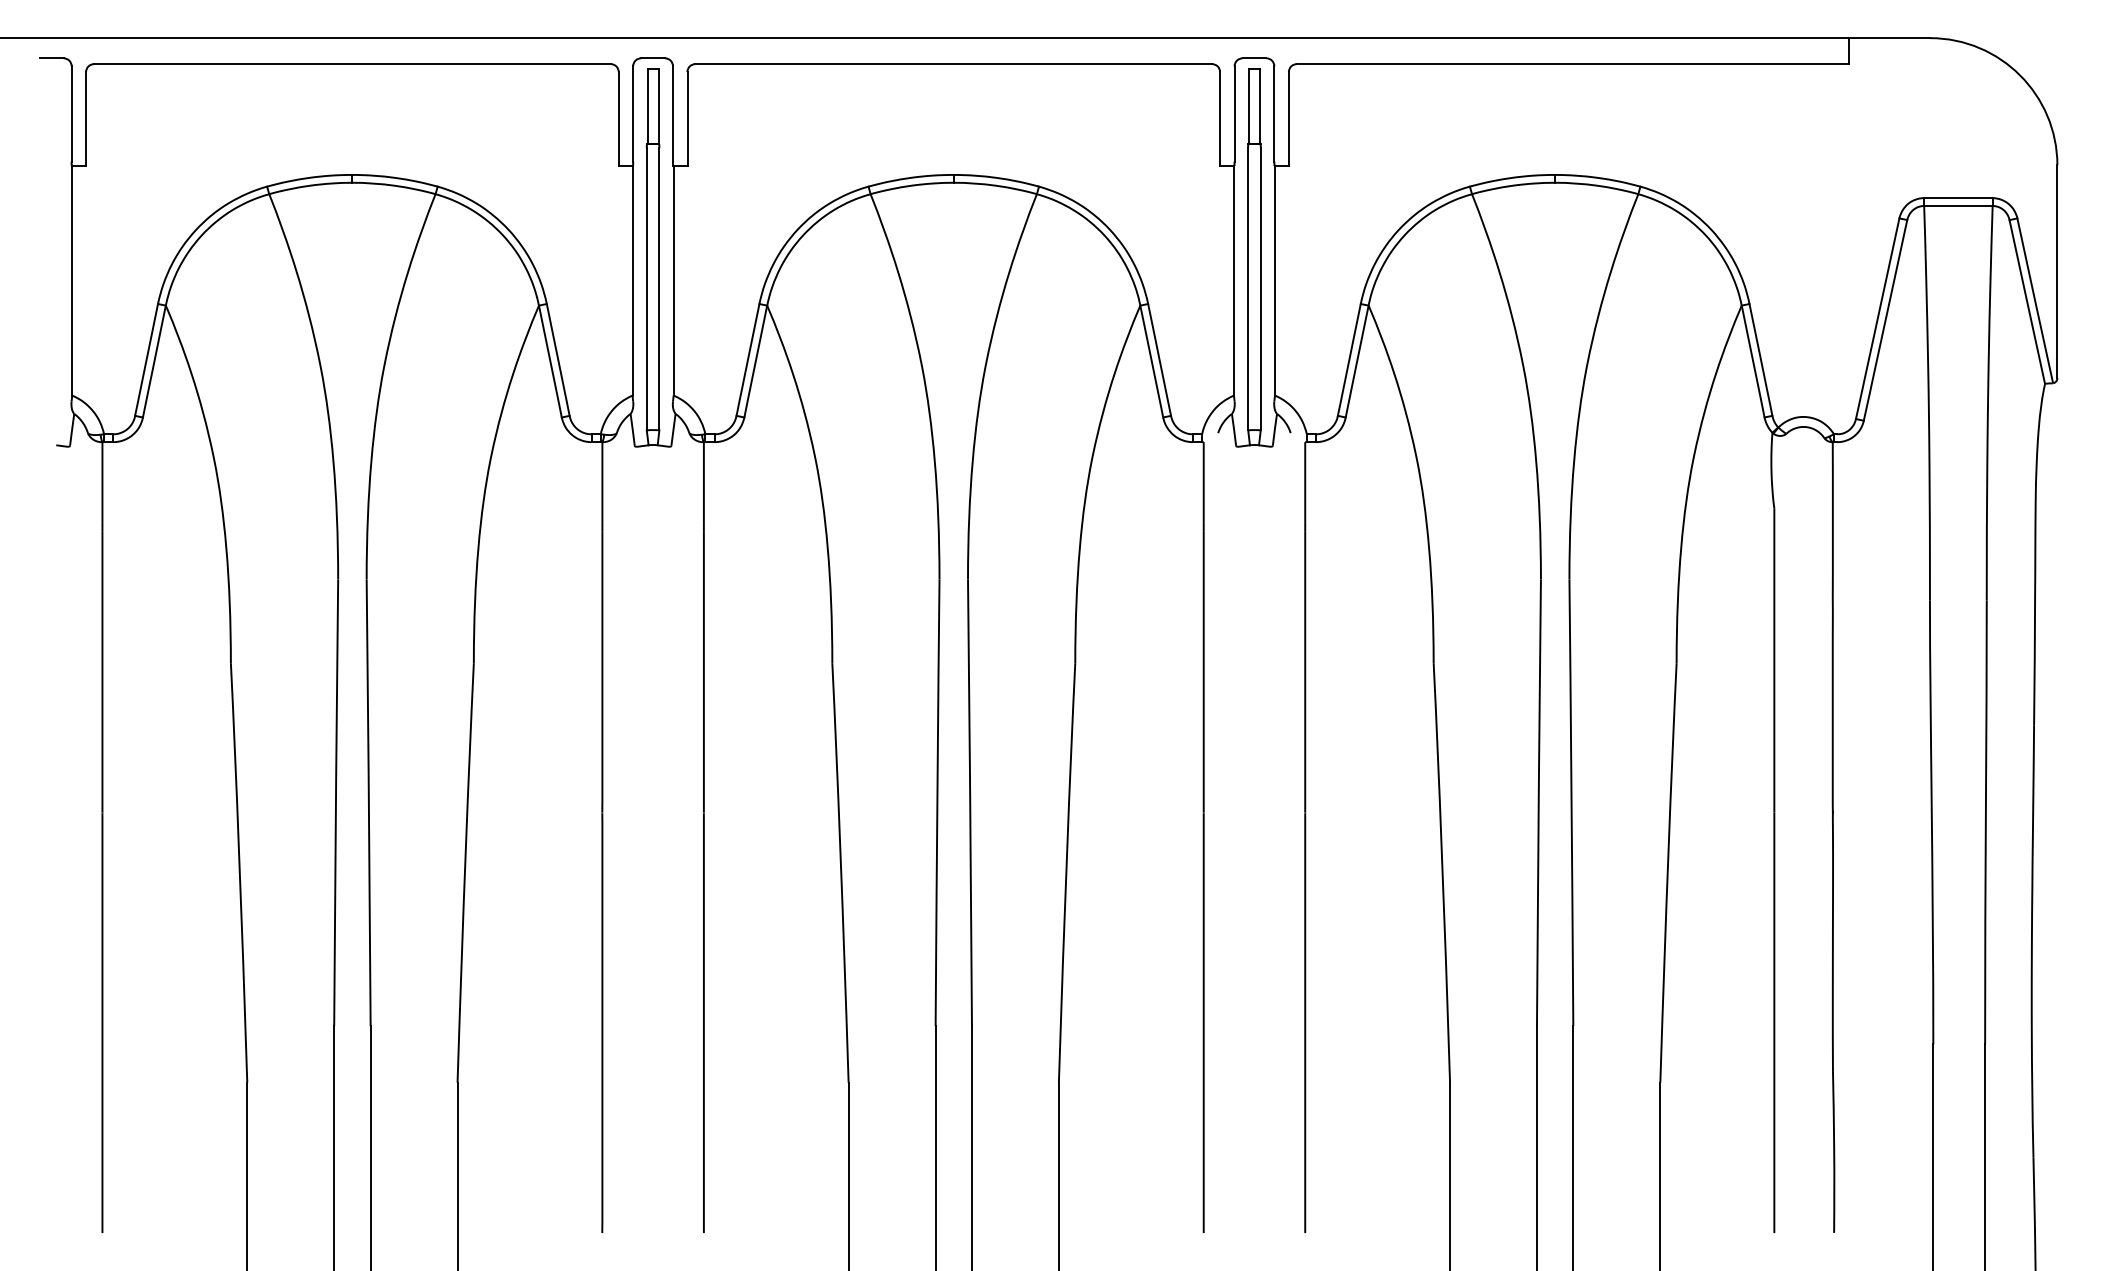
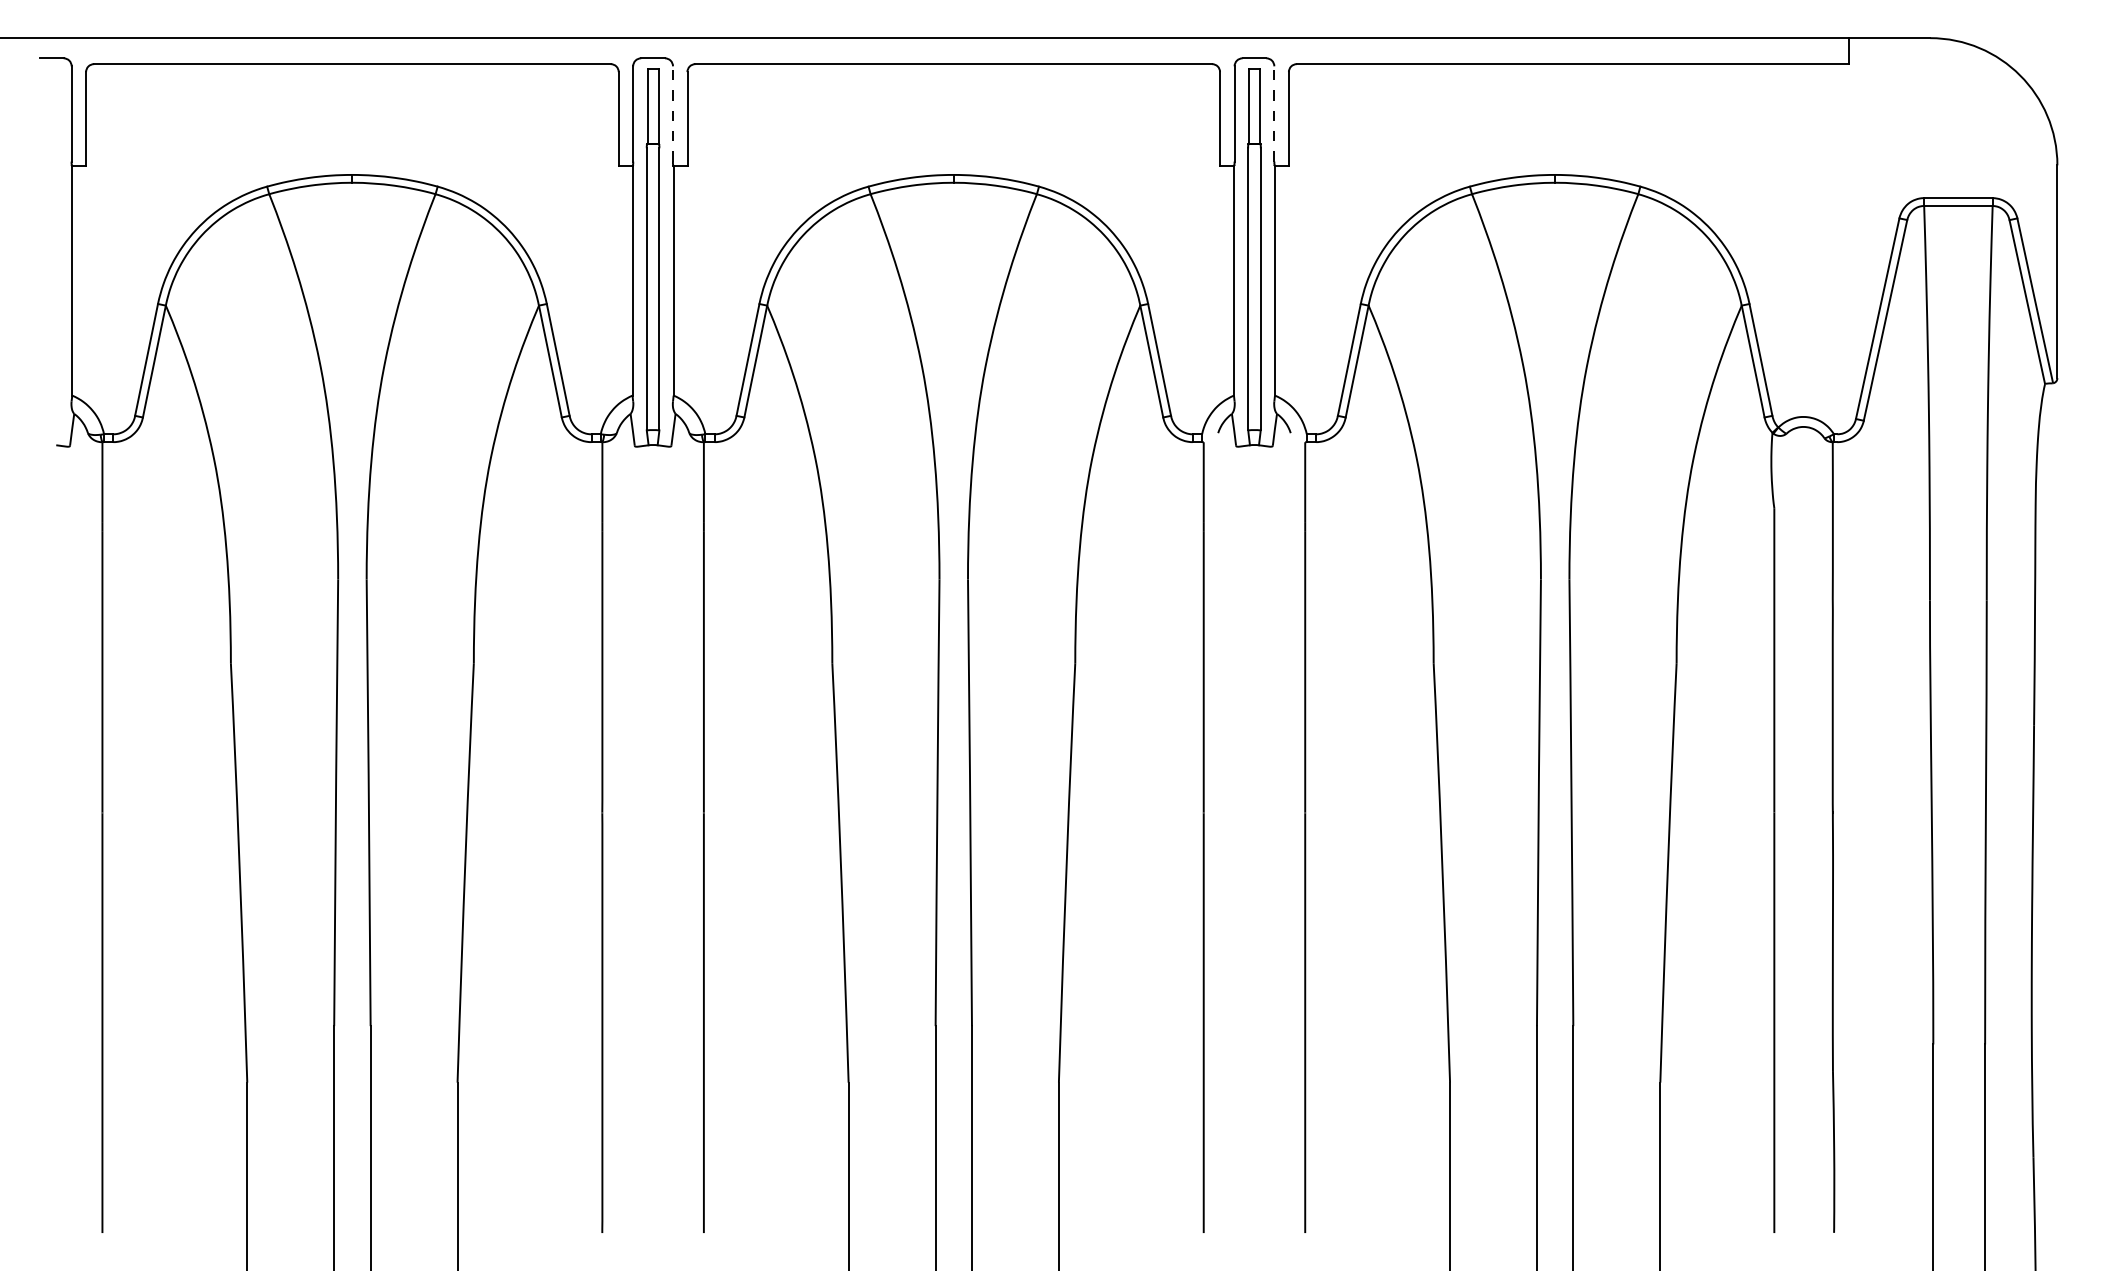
line at (673, 113): solid -> dashed
line at (1274, 113): solid -> dashed
